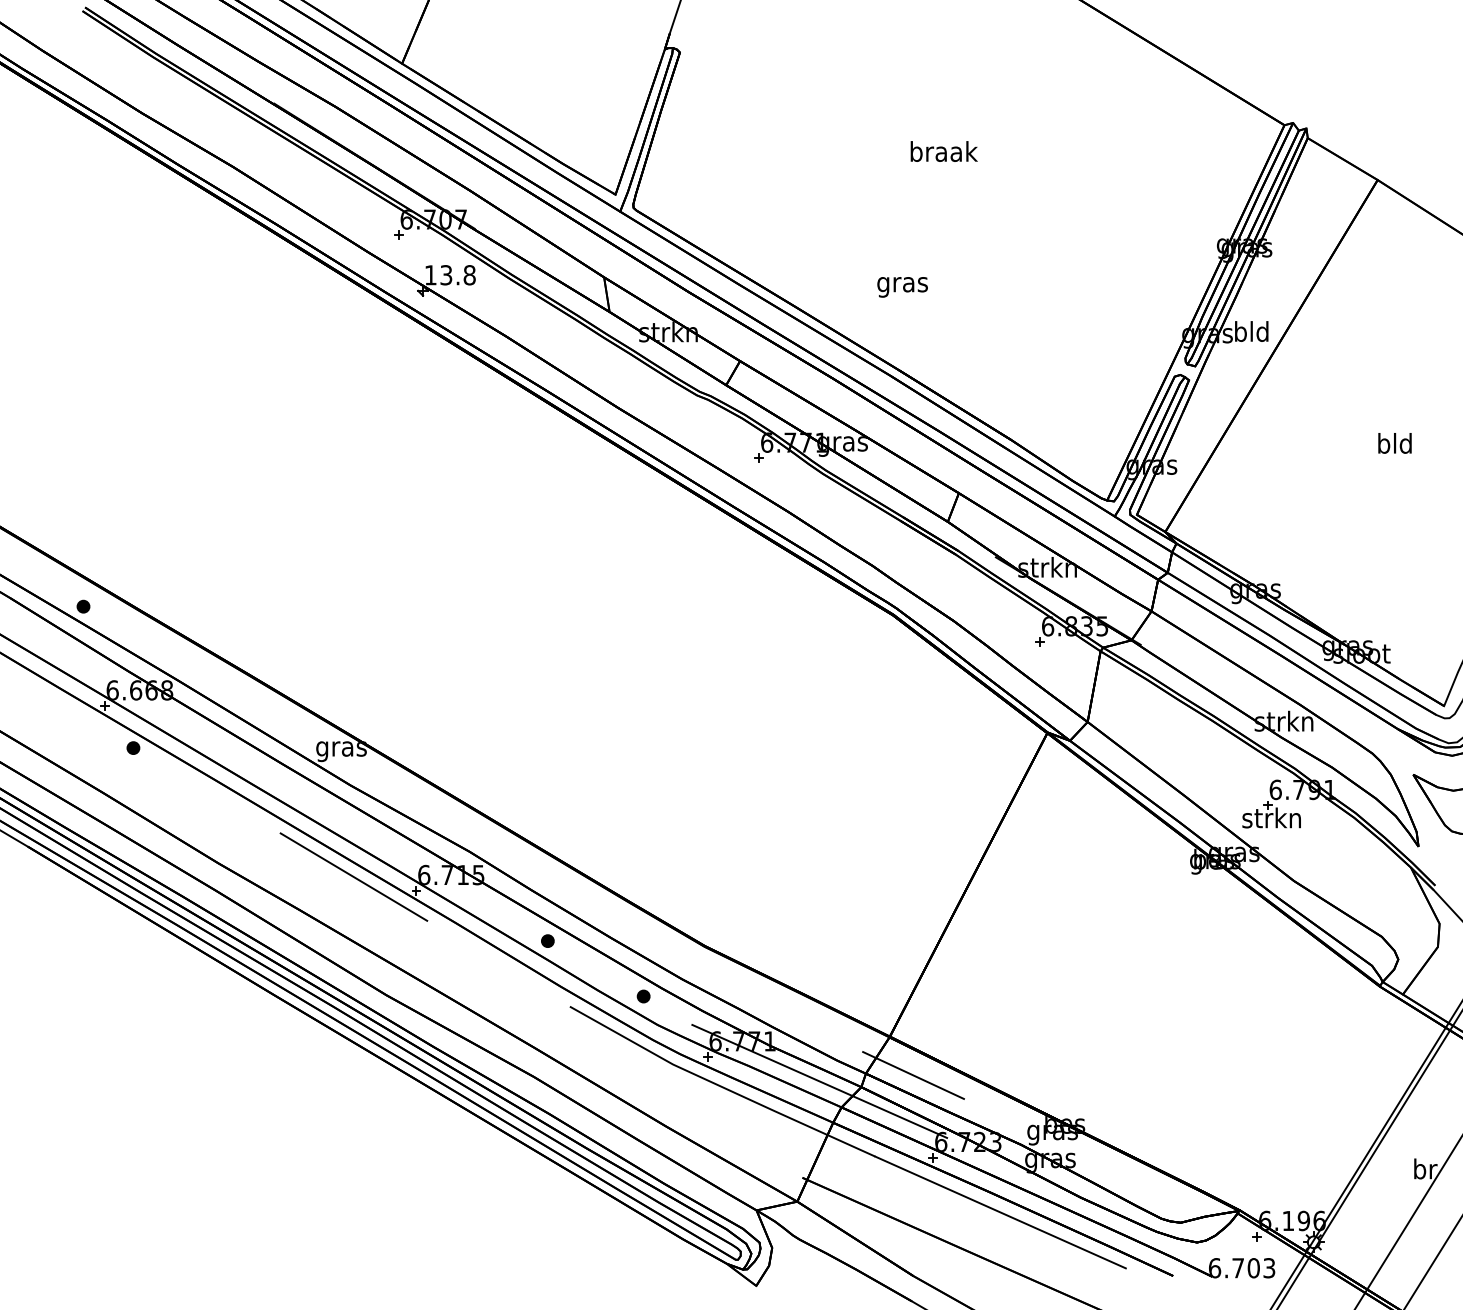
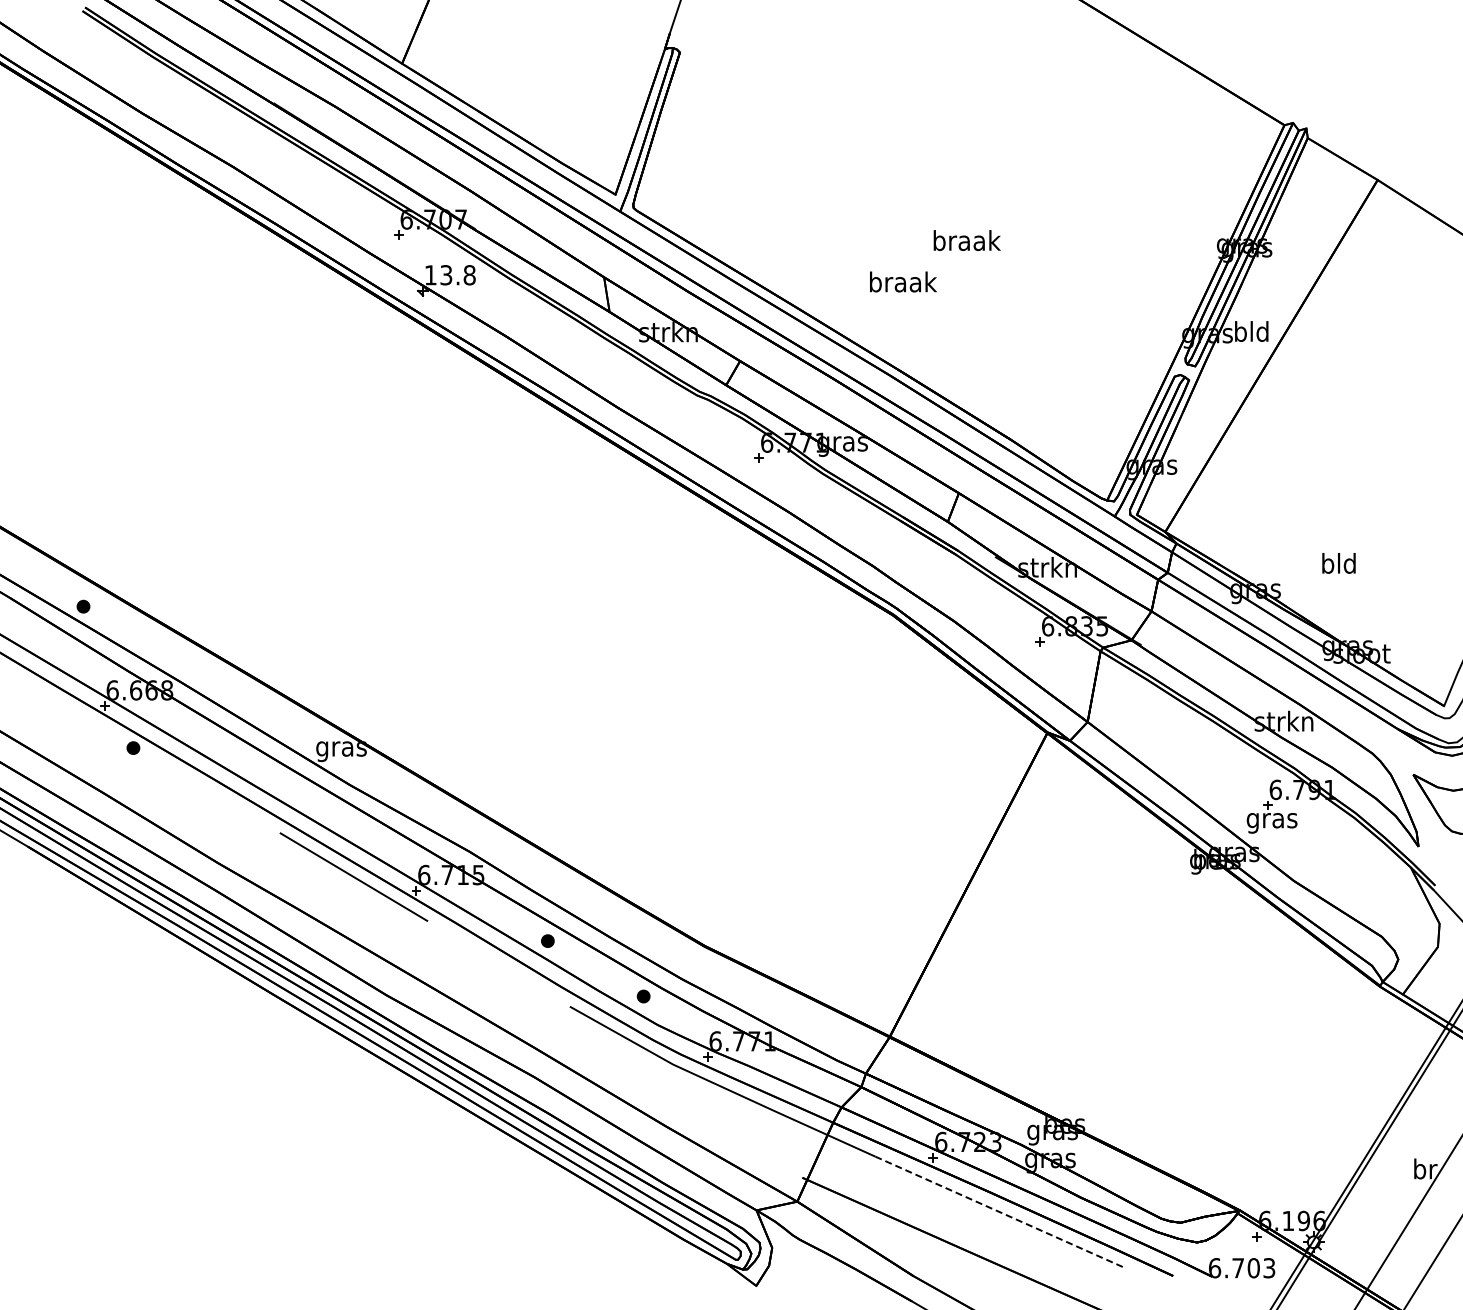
text at (943, 151) position: (943, 151) -> (966, 240)
text at (903, 284): gras -> braak
text at (1394, 443) position: (1394, 443) -> (1338, 563)
text at (1271, 820): strkn -> gras
line at (913, 1075): present -> none
line at (819, 1080): present -> none
line at (1001, 1212): solid -> dashed
